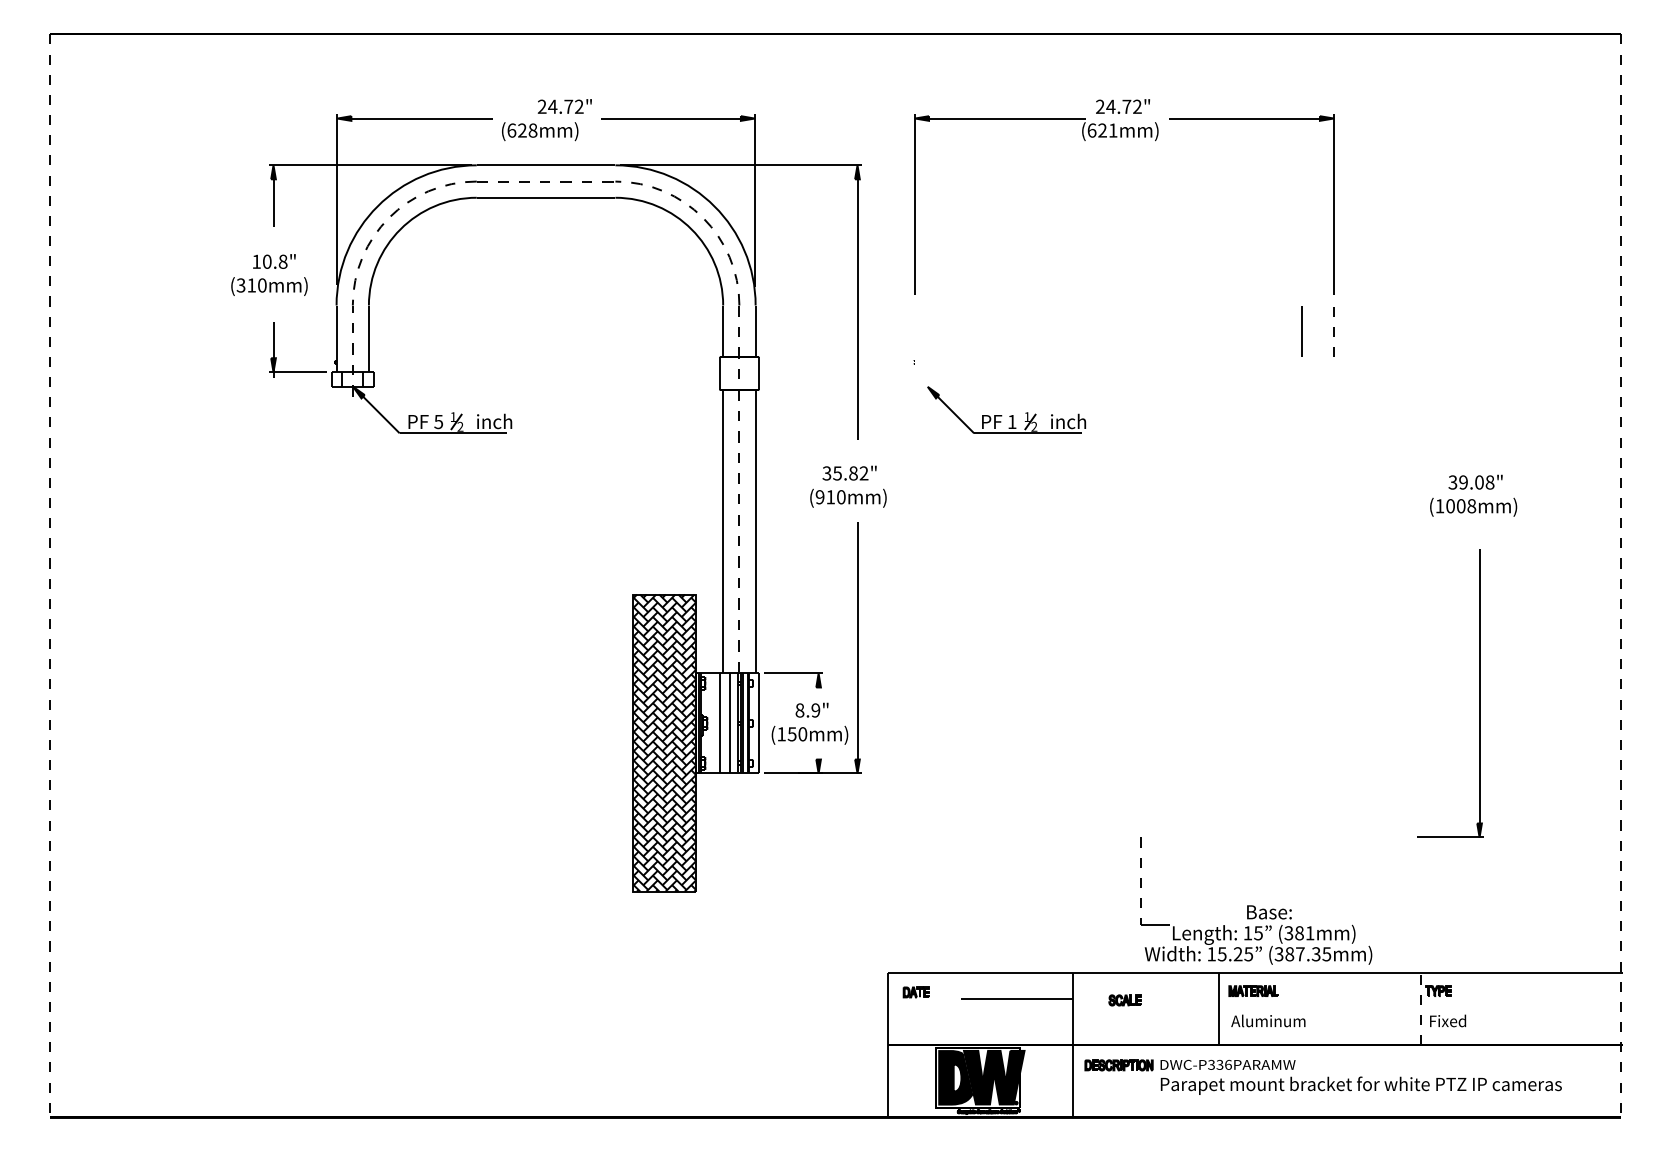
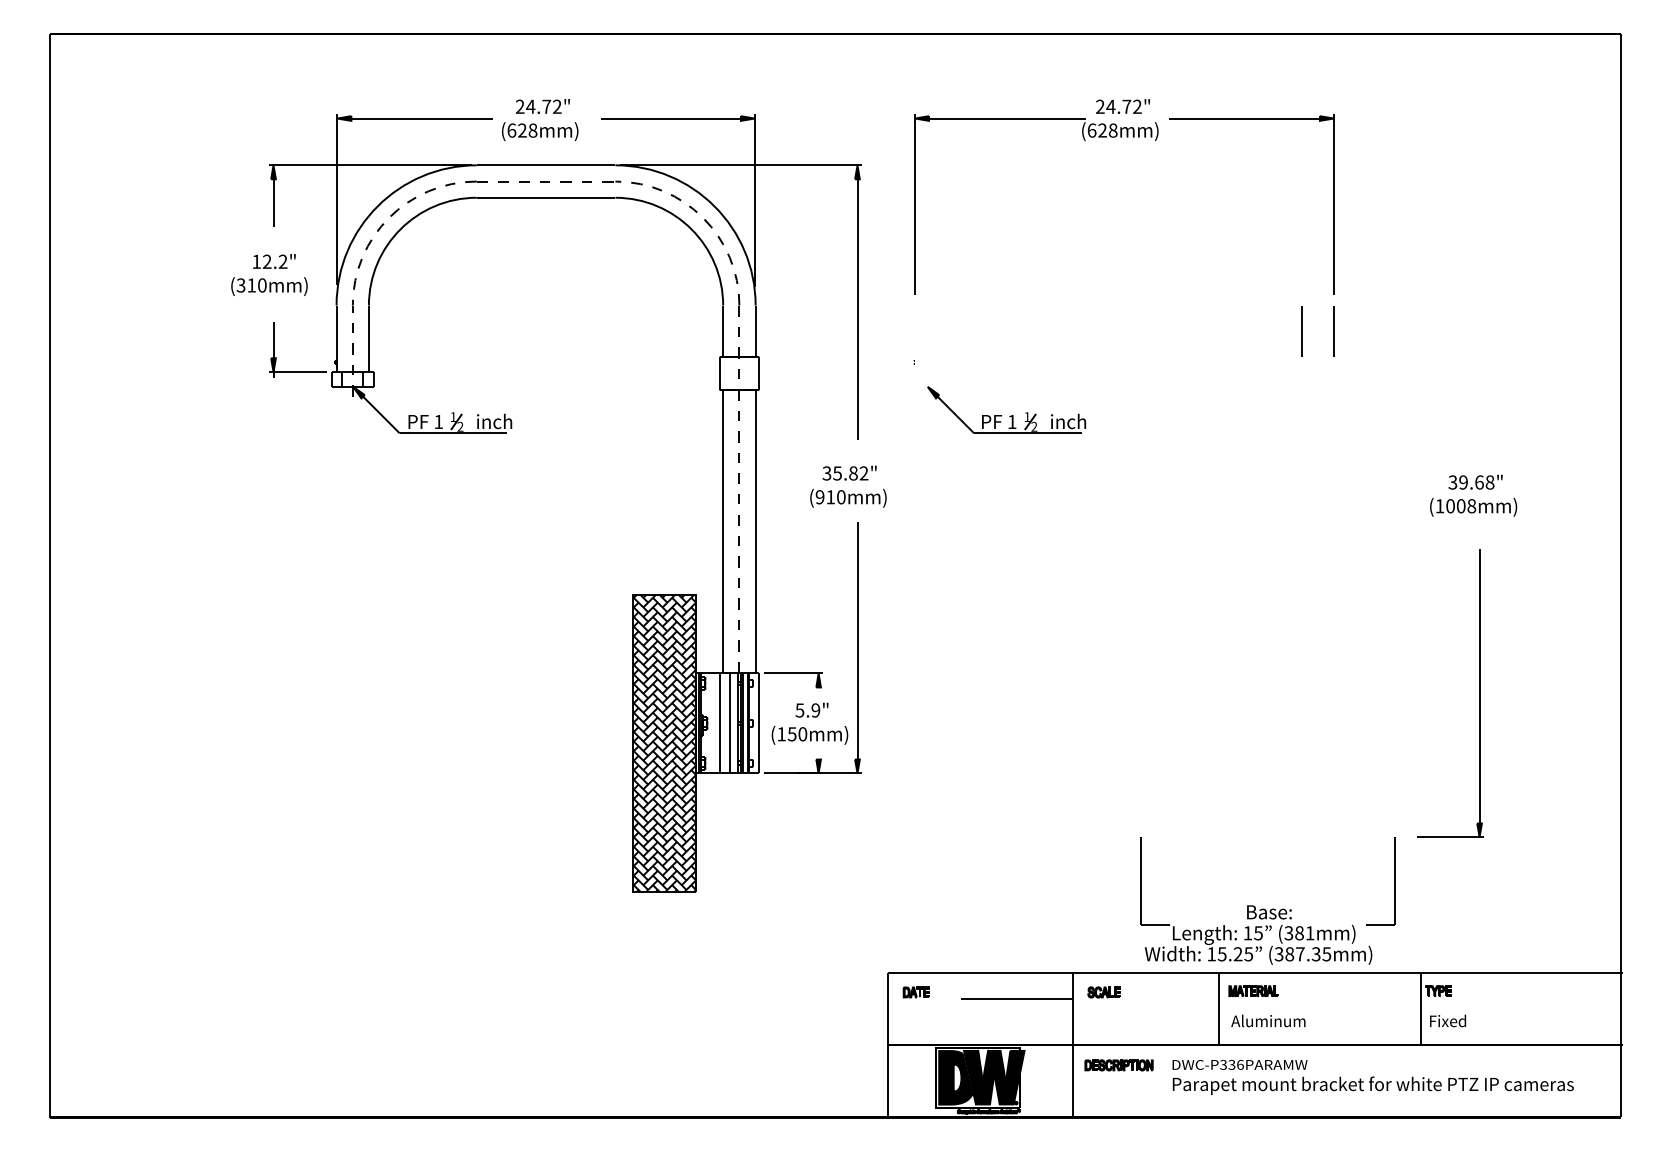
text at (564, 106) position: (564, 106) -> (542, 106)
text at (1112, 130): (621mm) -> (628mm)
text at (274, 261): 10.8" -> 12.2"
line at (1333, 331): dashed -> solid
text at (438, 422): 5 -> 1
text at (1479, 482): 39.08" -> 39.68"
line at (50, 575): dashed -> solid
line at (1621, 575): dashed -> solid
text at (799, 710): 8.9" -> 5.9"
line at (1141, 881): dashed -> solid
part at (1394, 881): none -> present
part at (1124, 1000) position: (1124, 1000) -> (1103, 992)
line at (1420, 1008): dashed -> solid
text at (1360, 1076) position: (1360, 1076) -> (1372, 1076)
